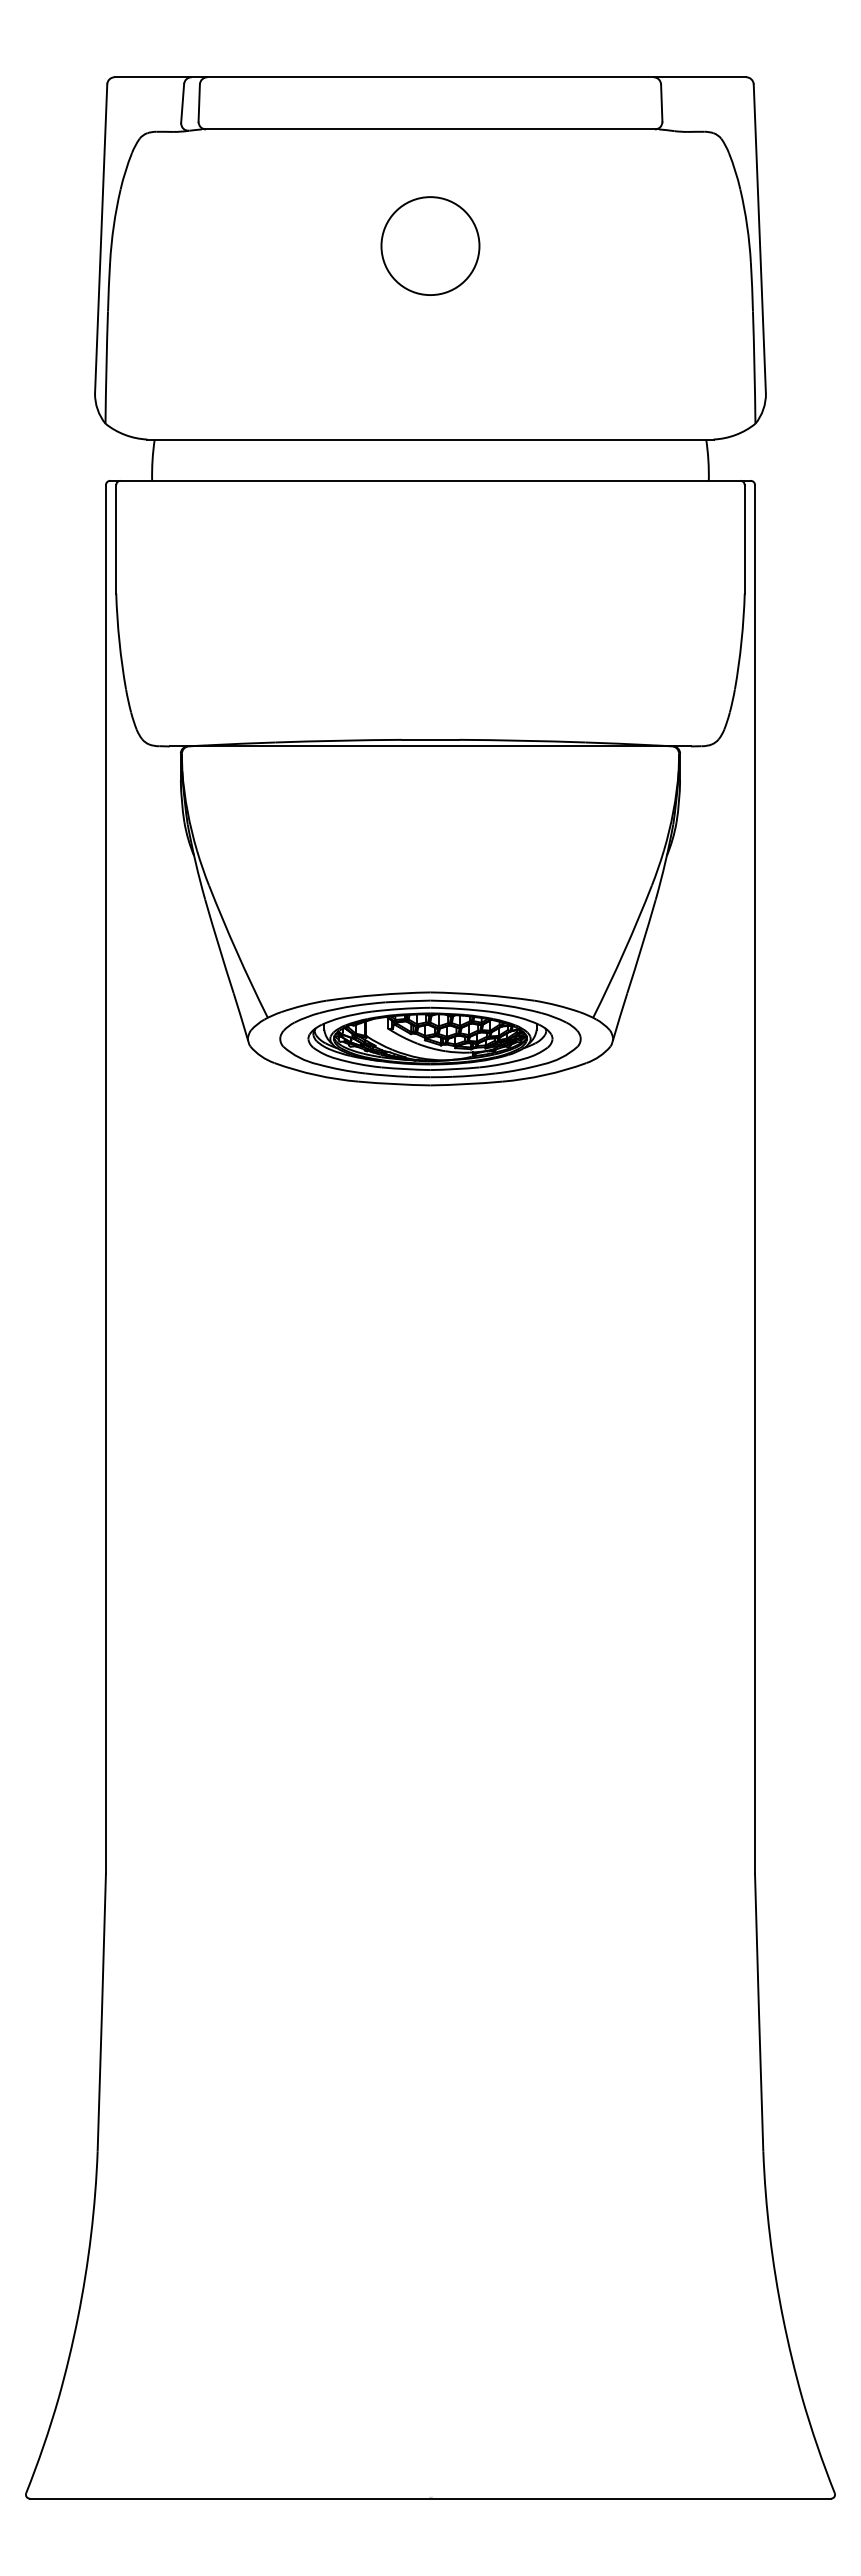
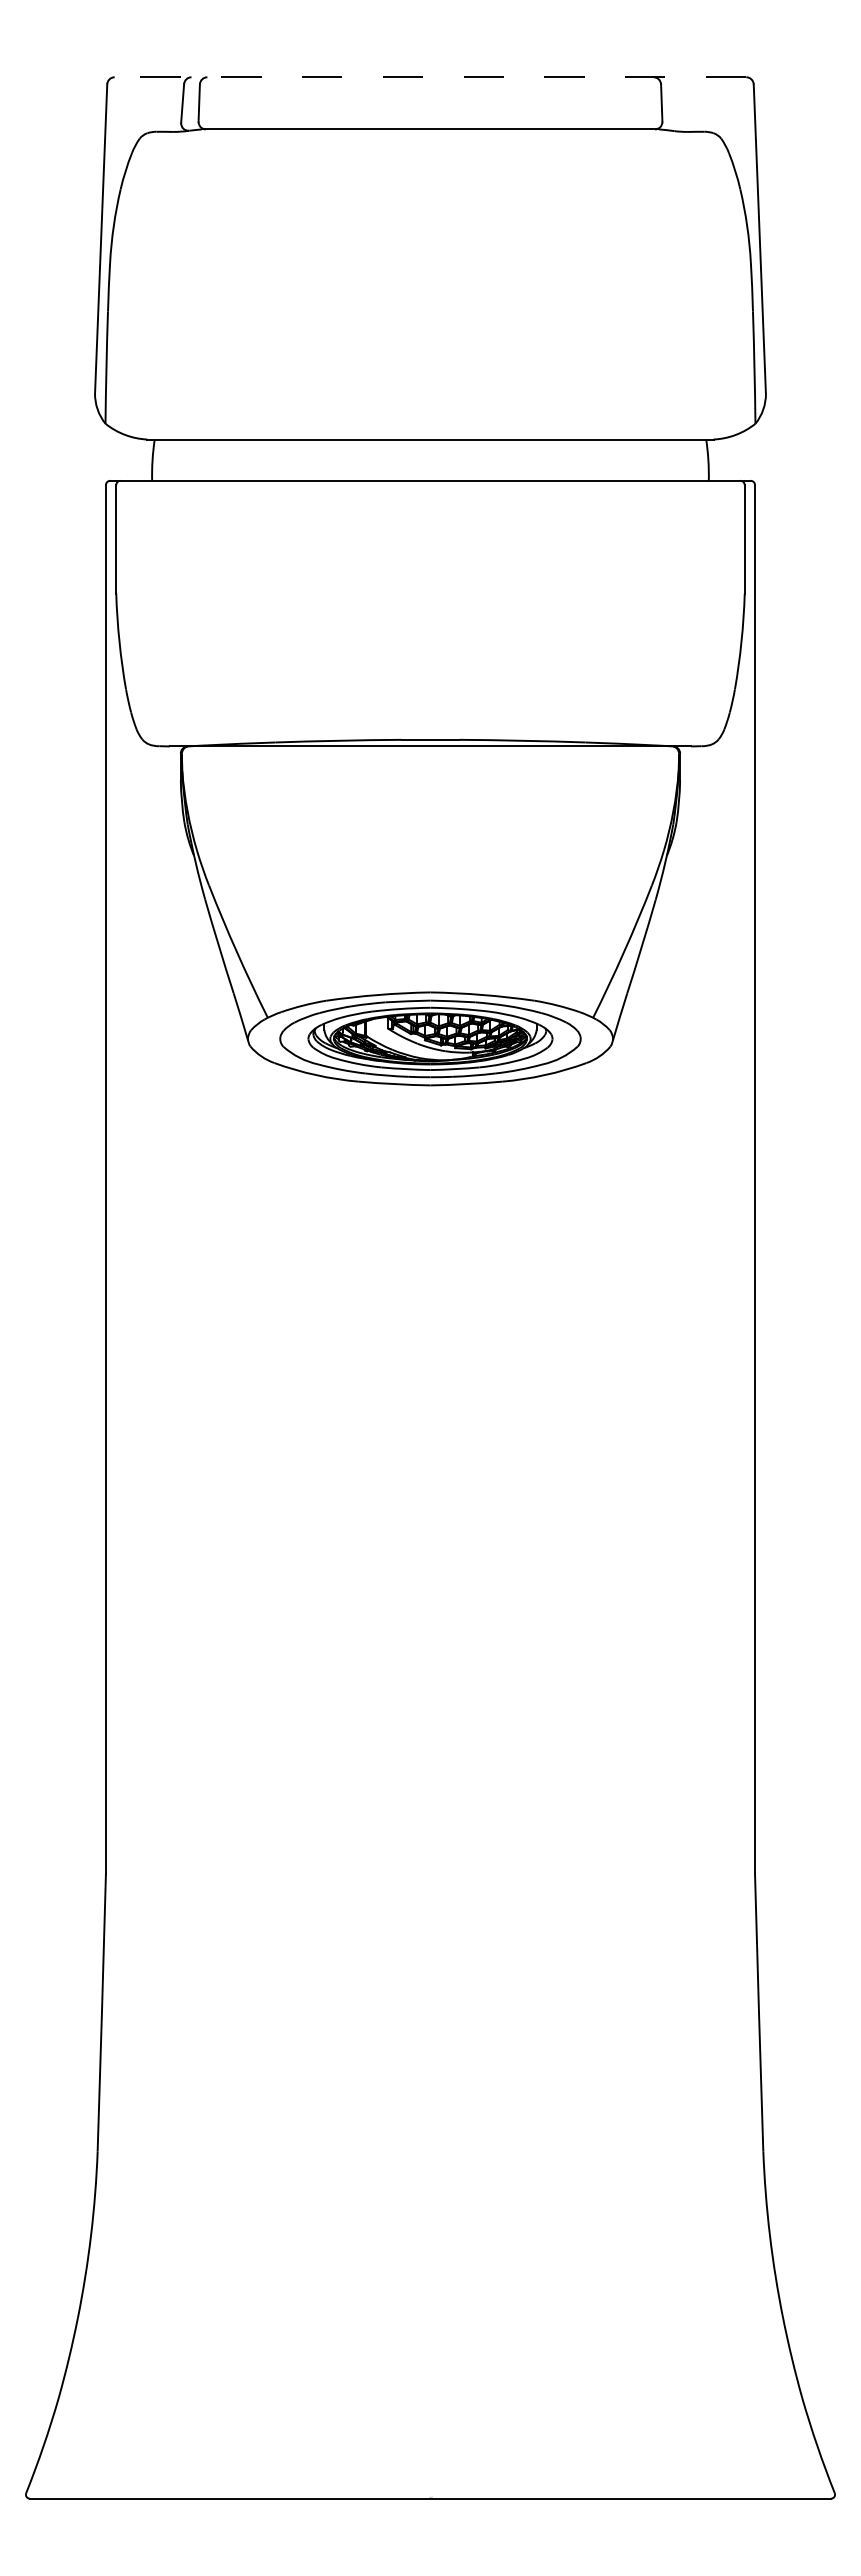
line at (430, 77): solid -> dashed
circle at (430, 245): present -> none
